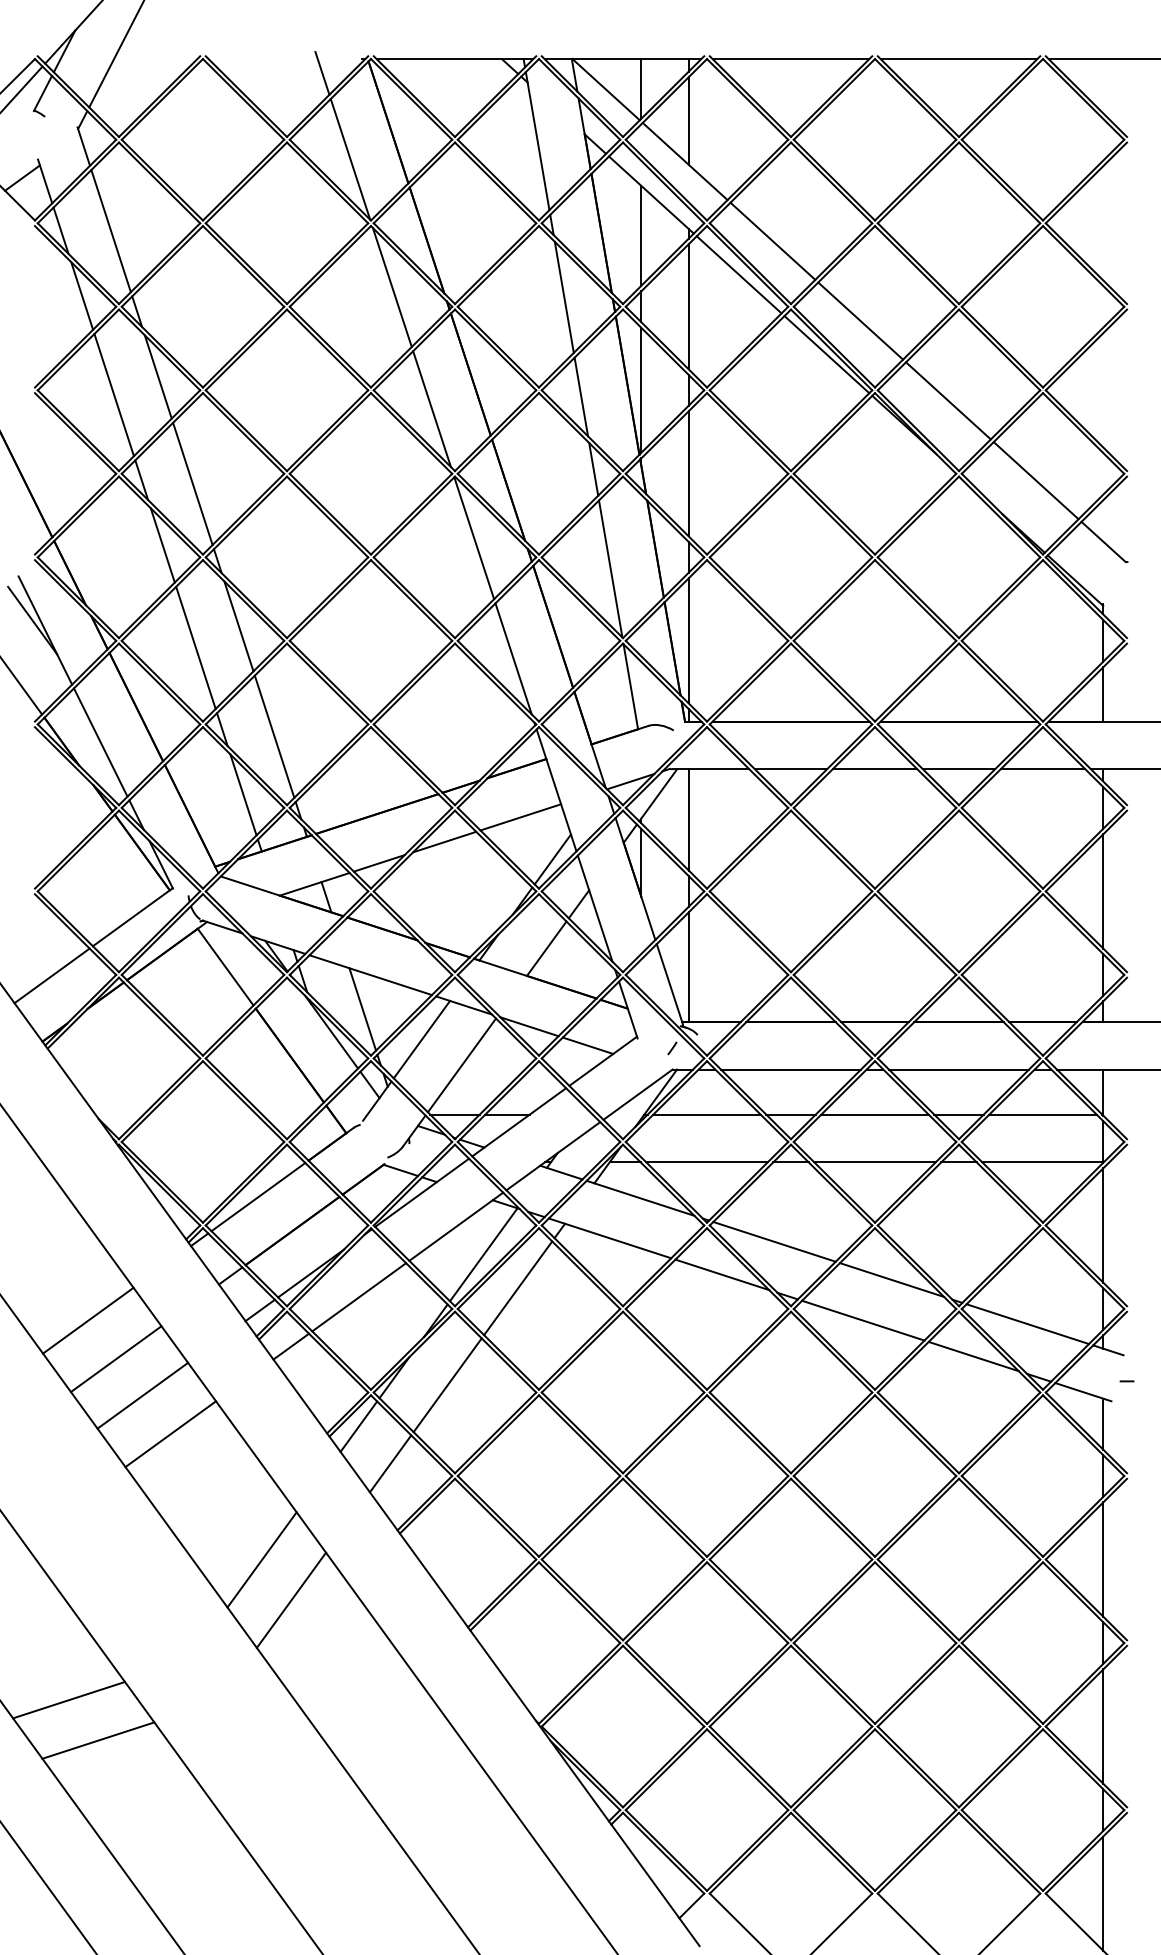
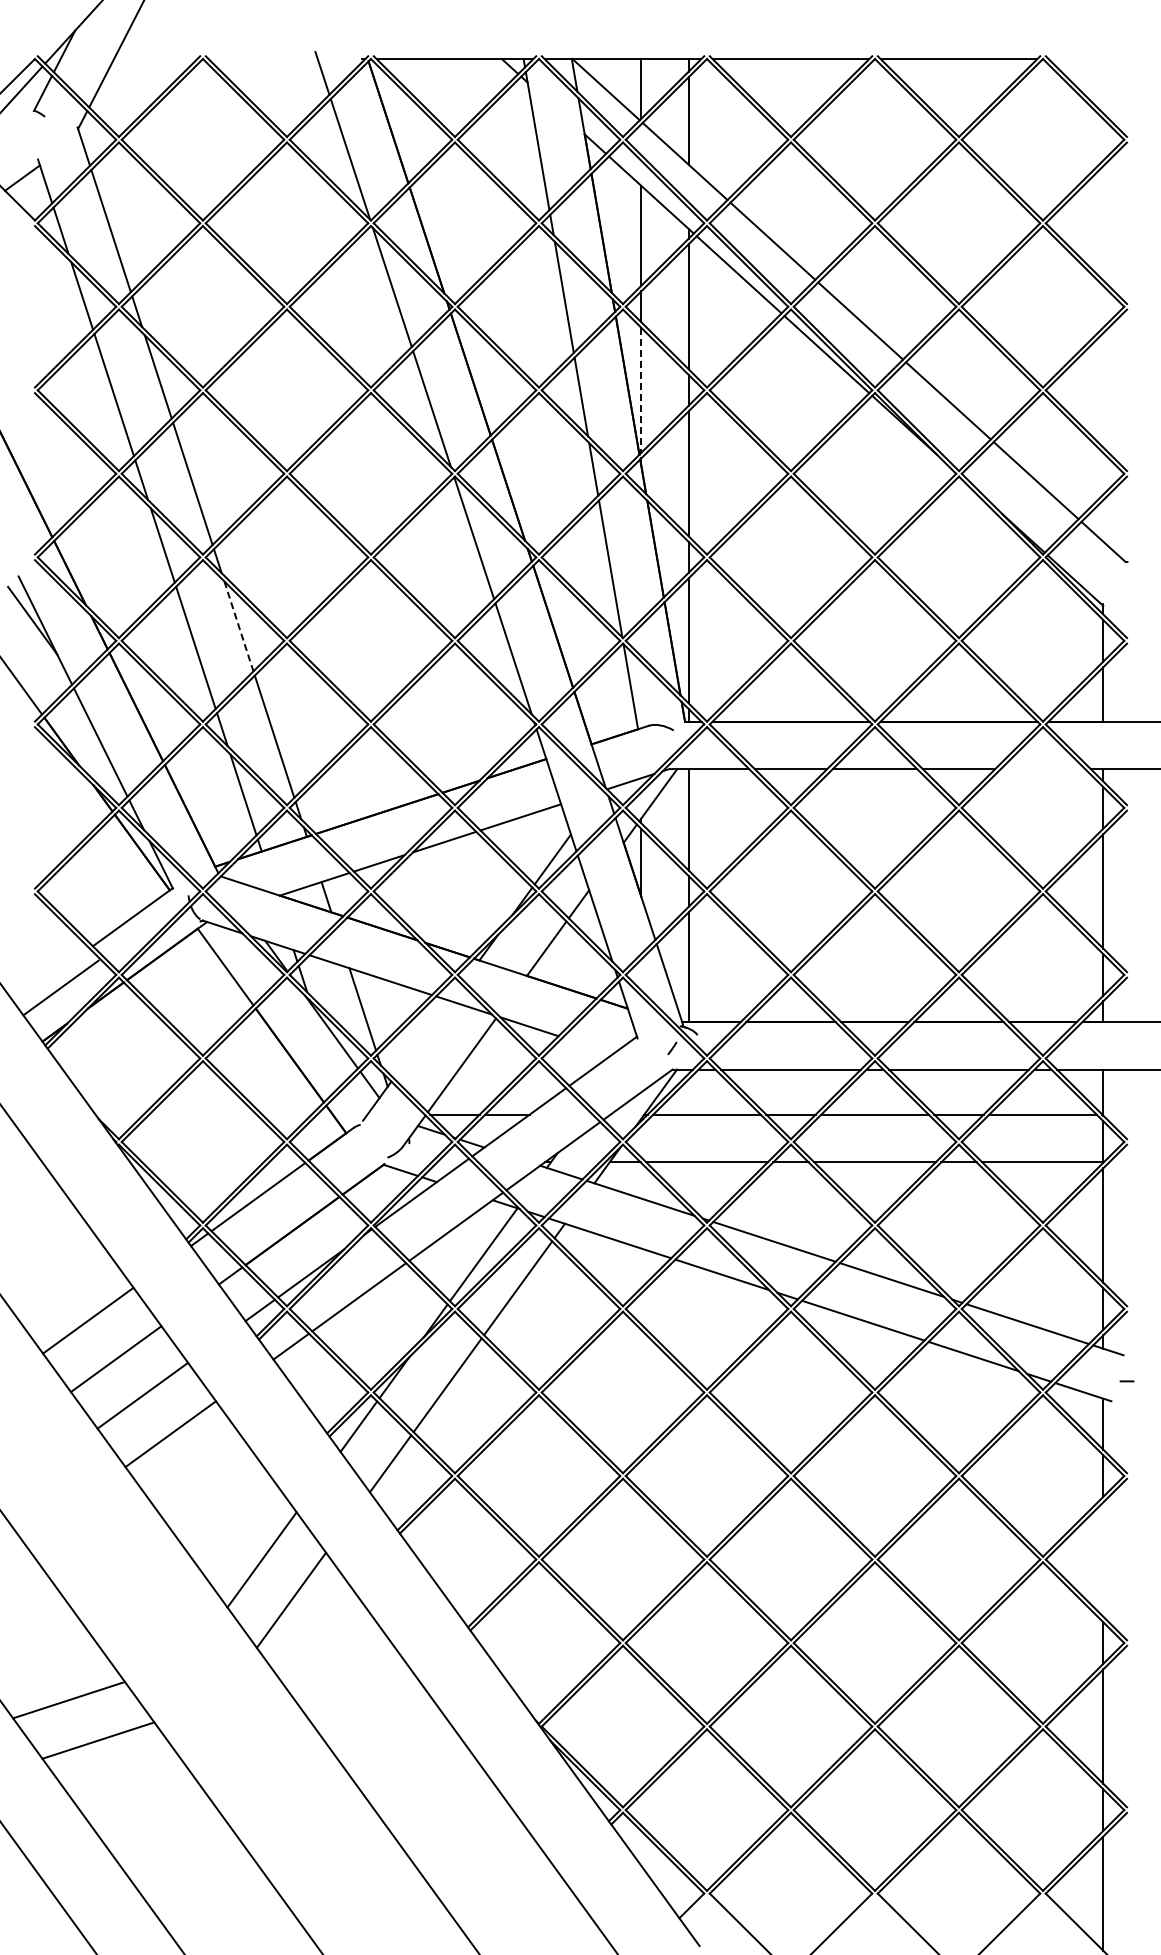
line at (1102, 58): present -> none
line at (641, 390): solid -> dashed
line at (239, 626): solid -> dashed
line at (1042, 769): present -> none
line at (51, 975) position: (51, 975) -> (60, 987)
line at (421, 1039): present -> none
line at (587, 1045): present -> none
line at (1103, 1559): present -> none
